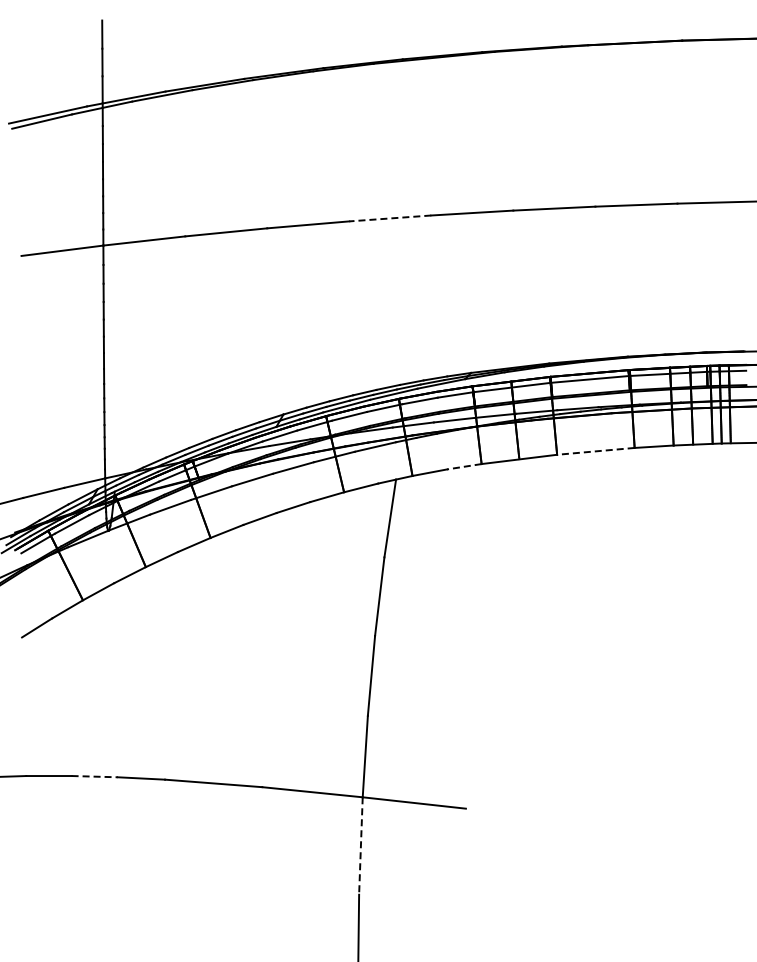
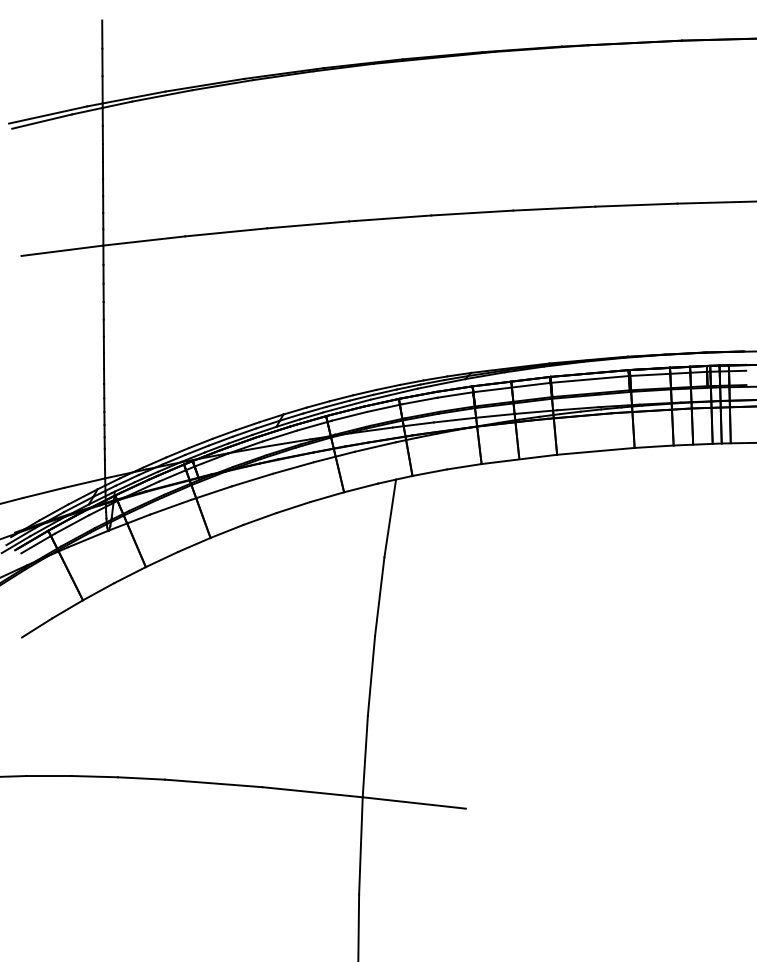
line at (389, 218): dashed -> solid
line at (595, 451): dashed -> solid
line at (464, 466): dashed -> solid
line at (95, 776): dashed -> solid
line at (360, 846): dashed -> solid
